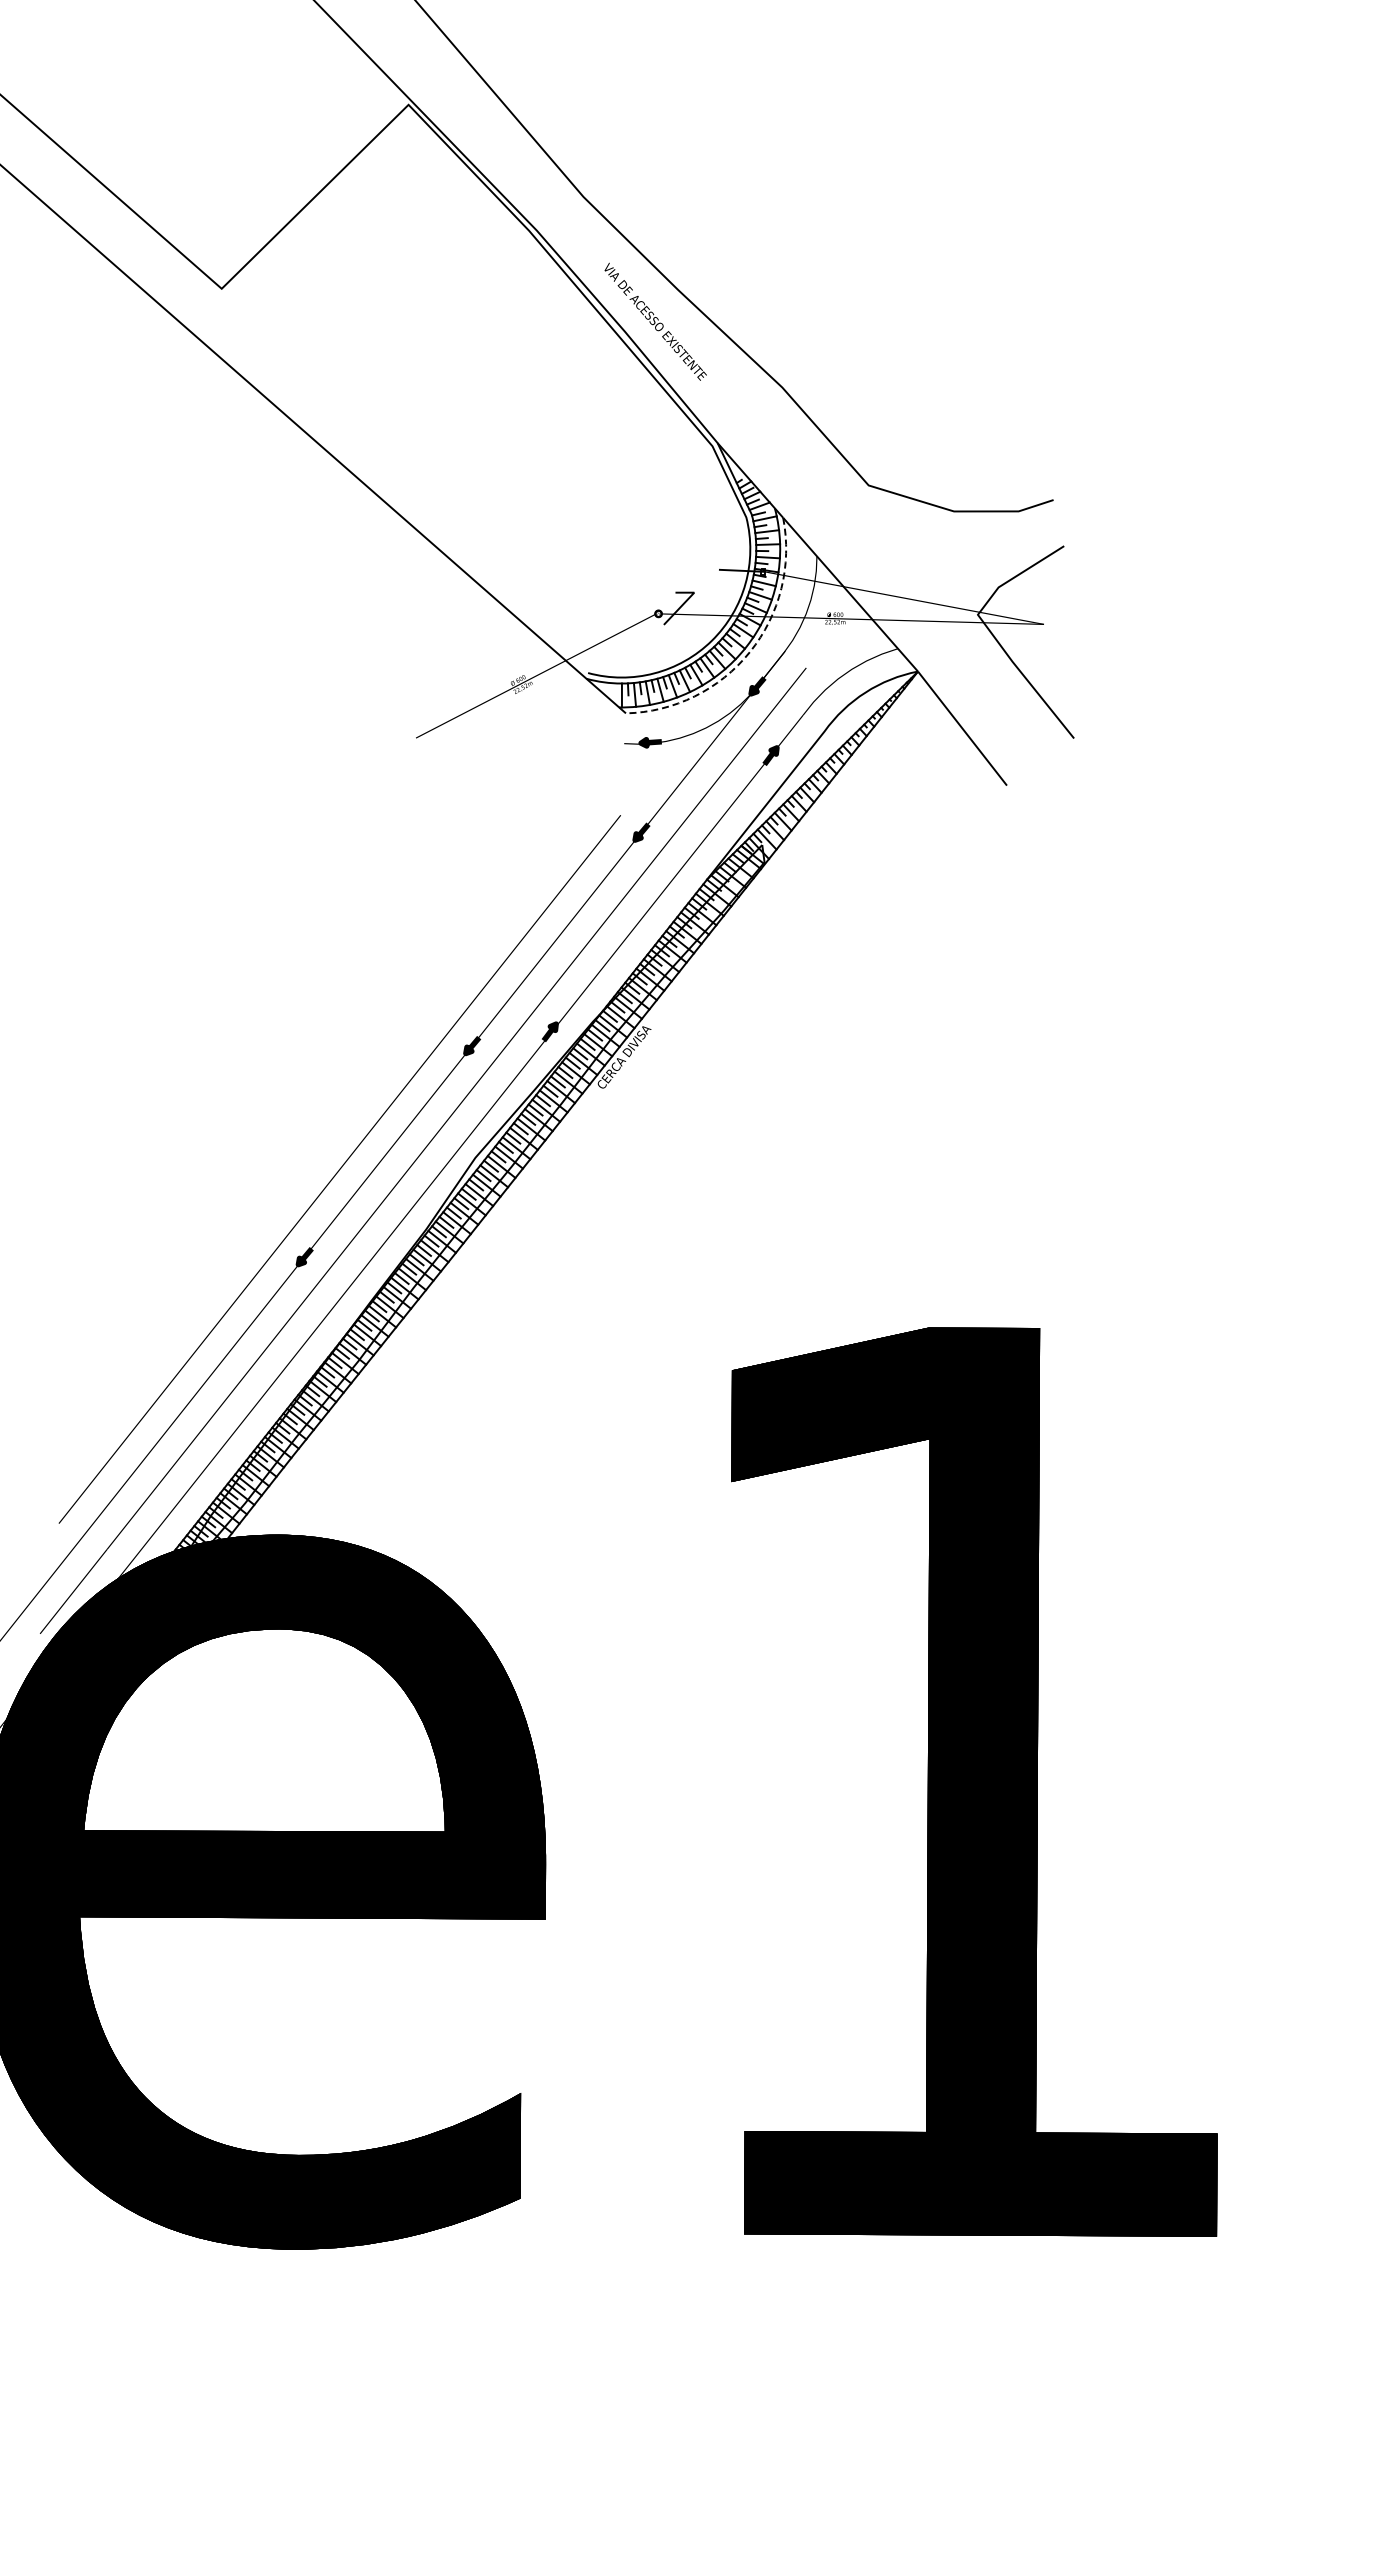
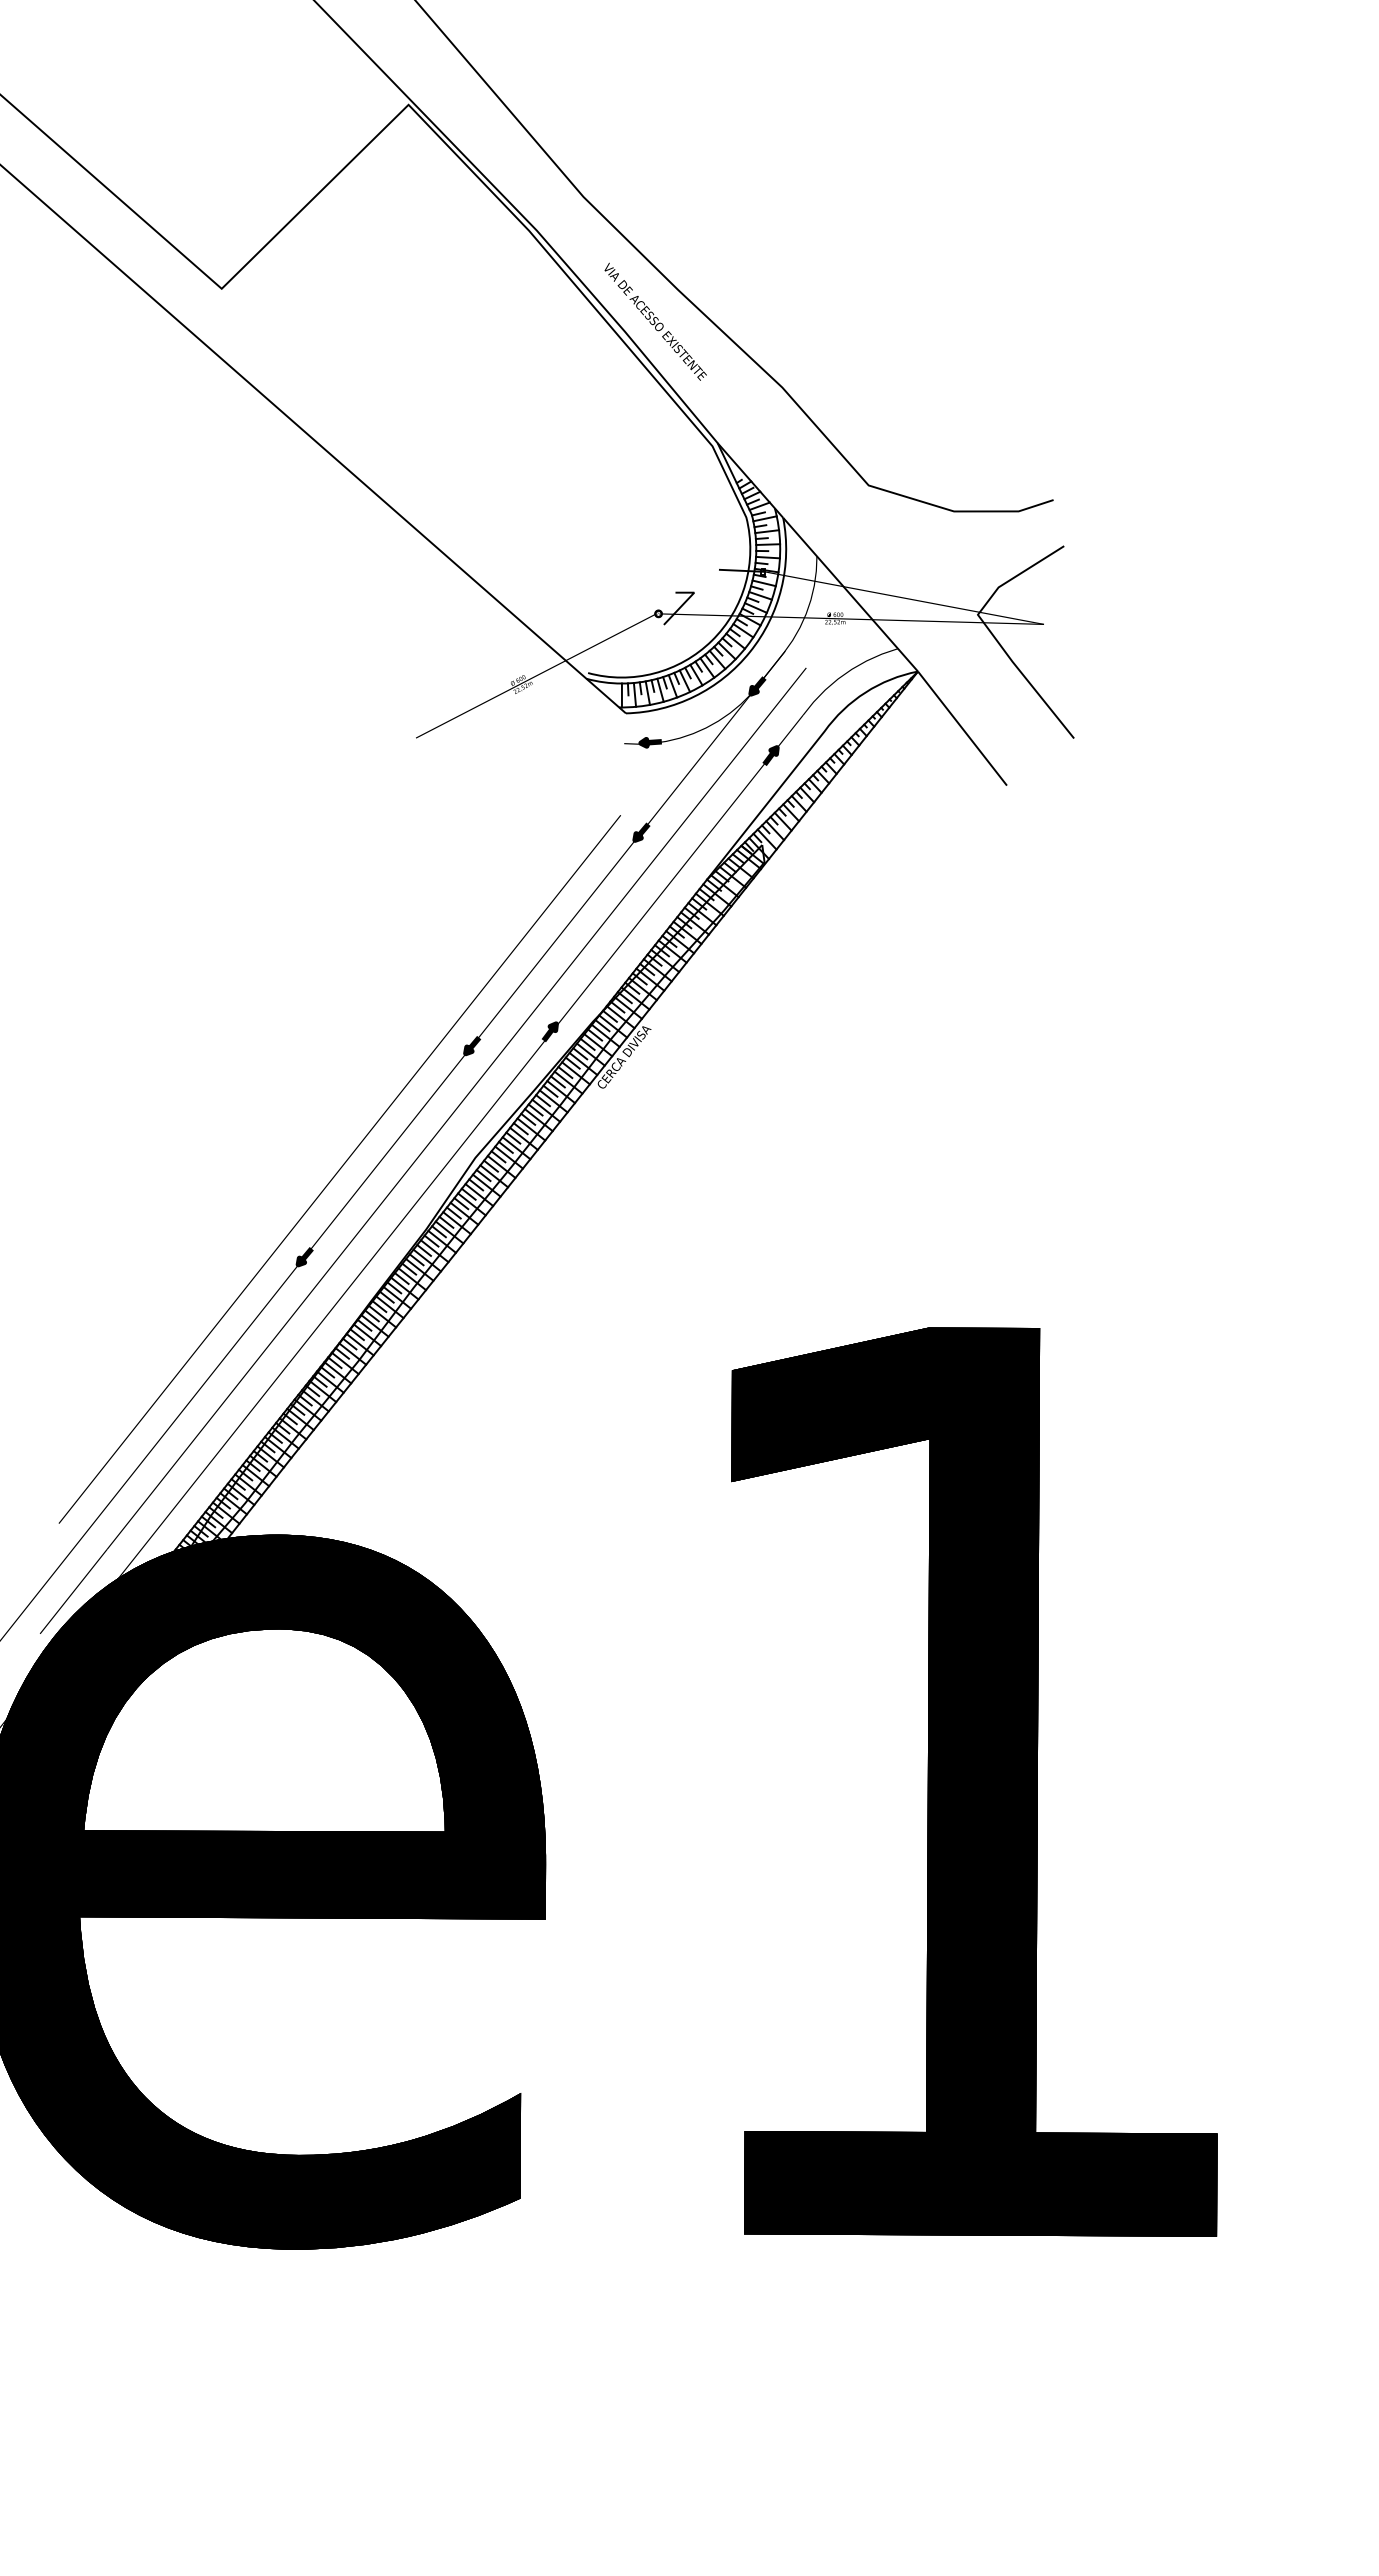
line at (749, 652): dashed -> solid
